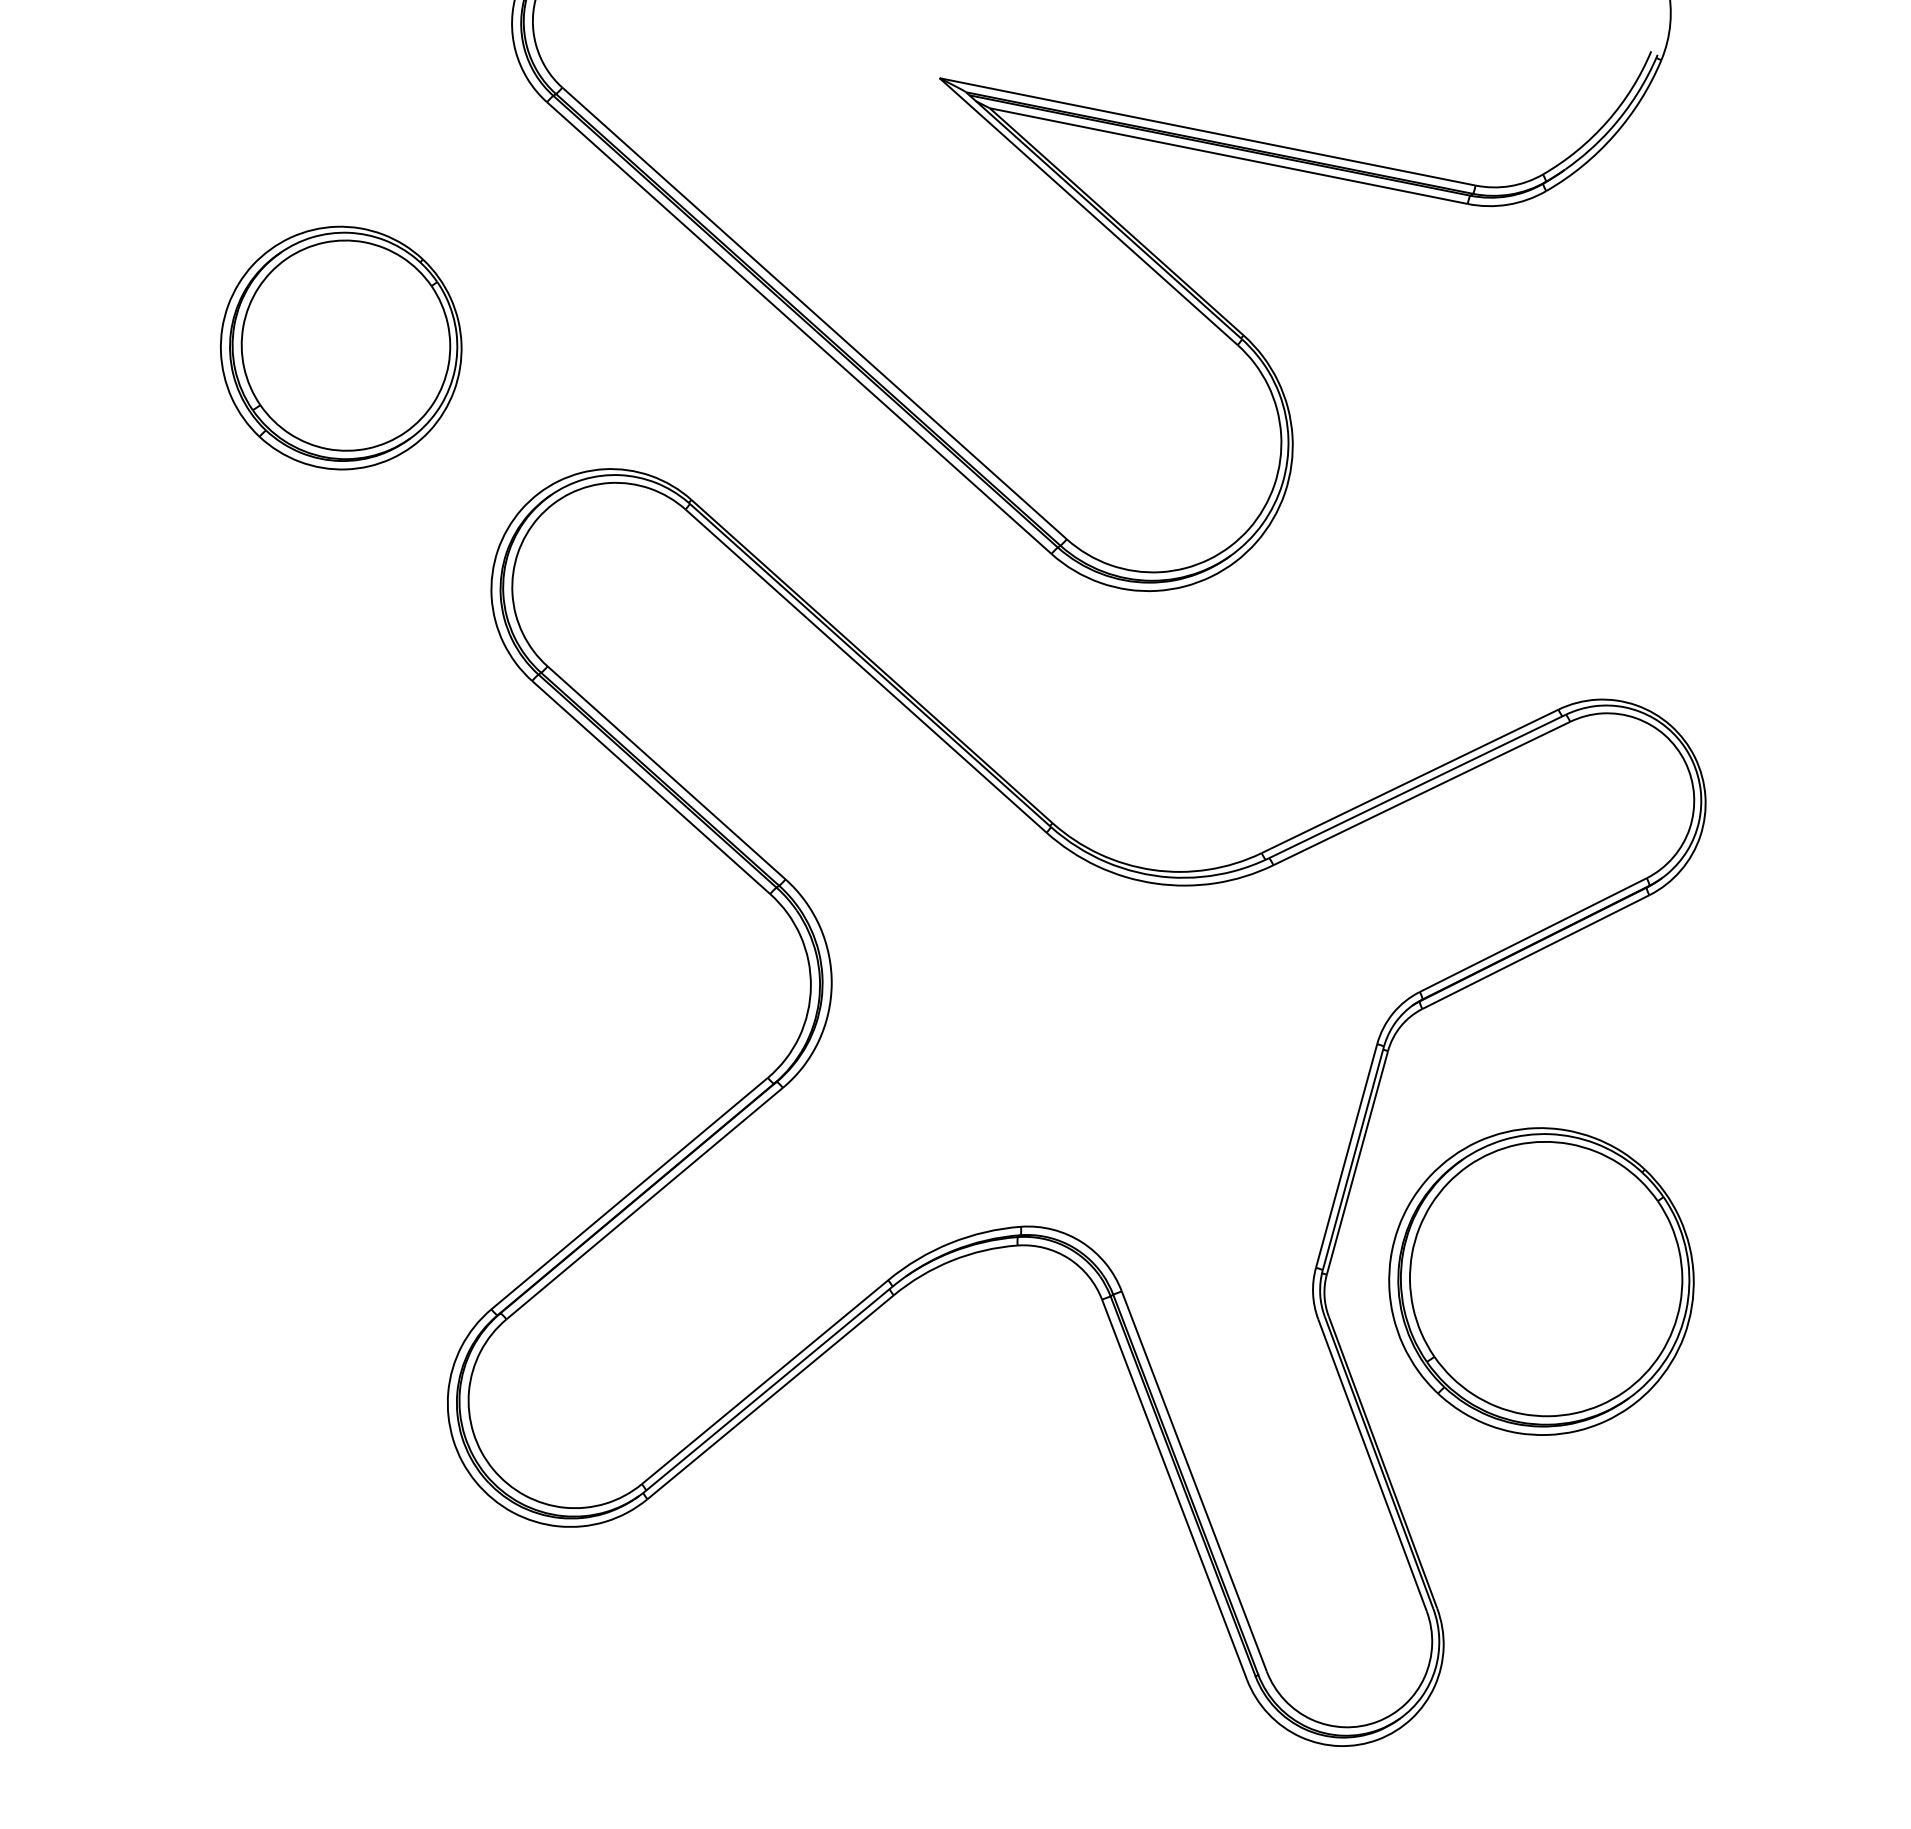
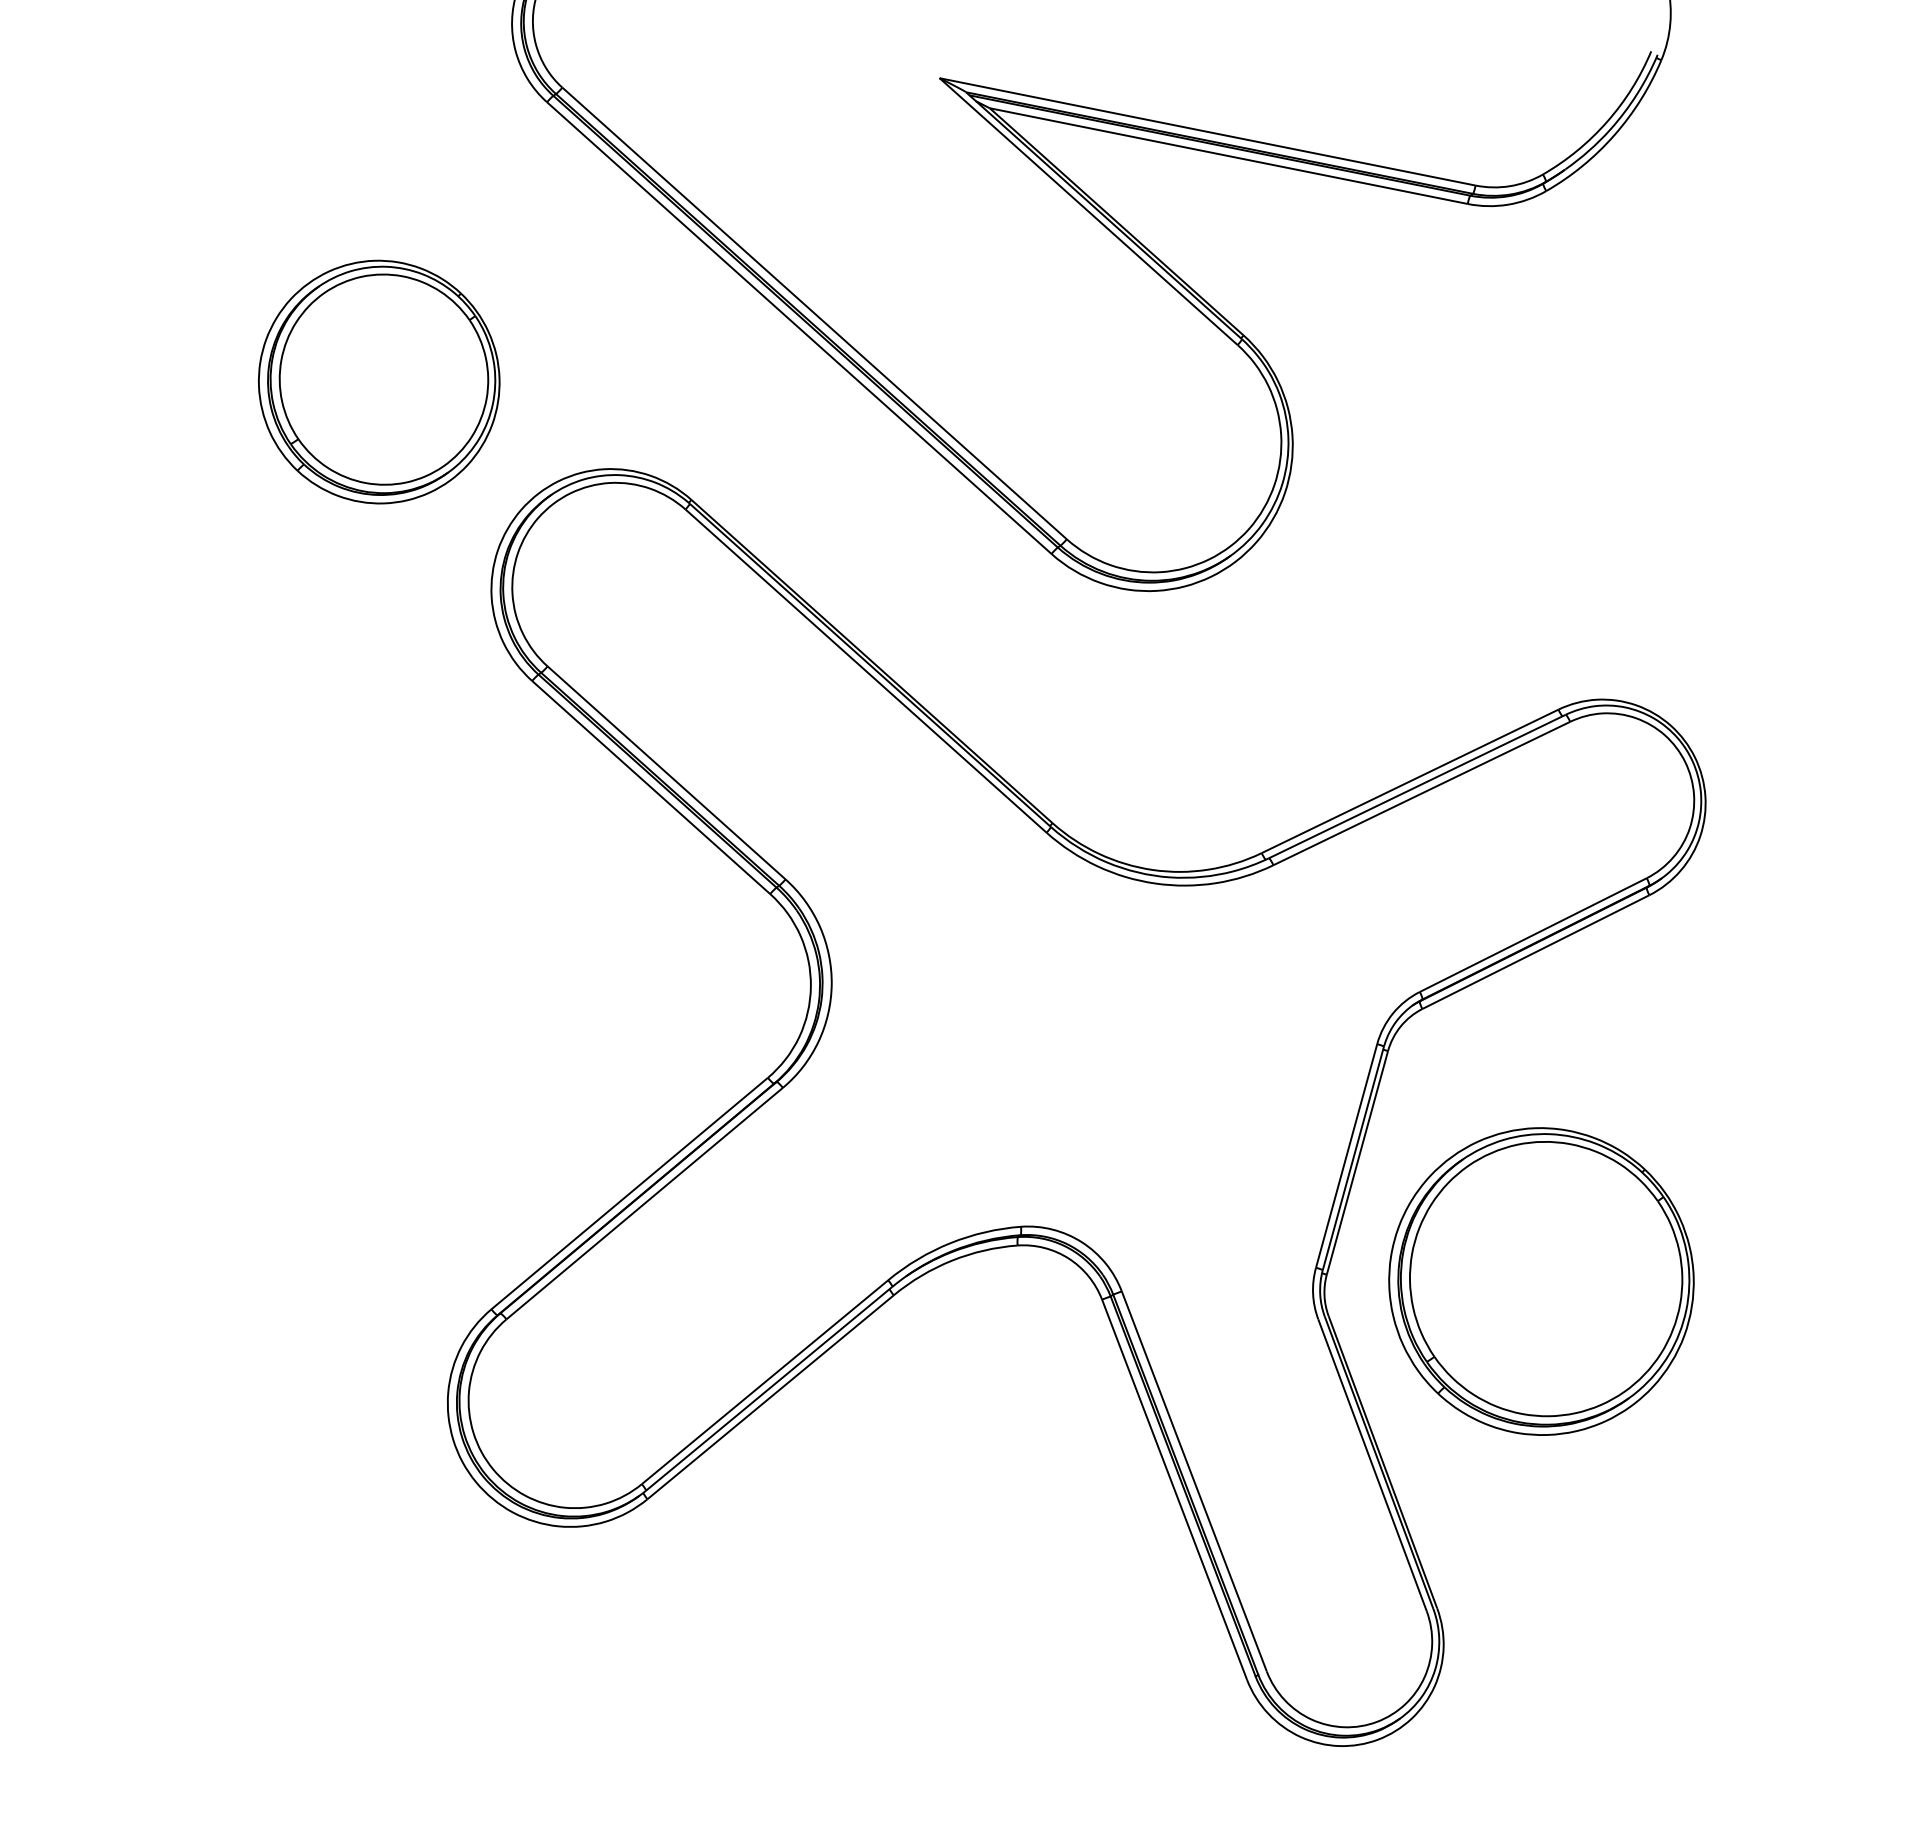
part at (341, 347) position: (341, 347) -> (379, 381)
